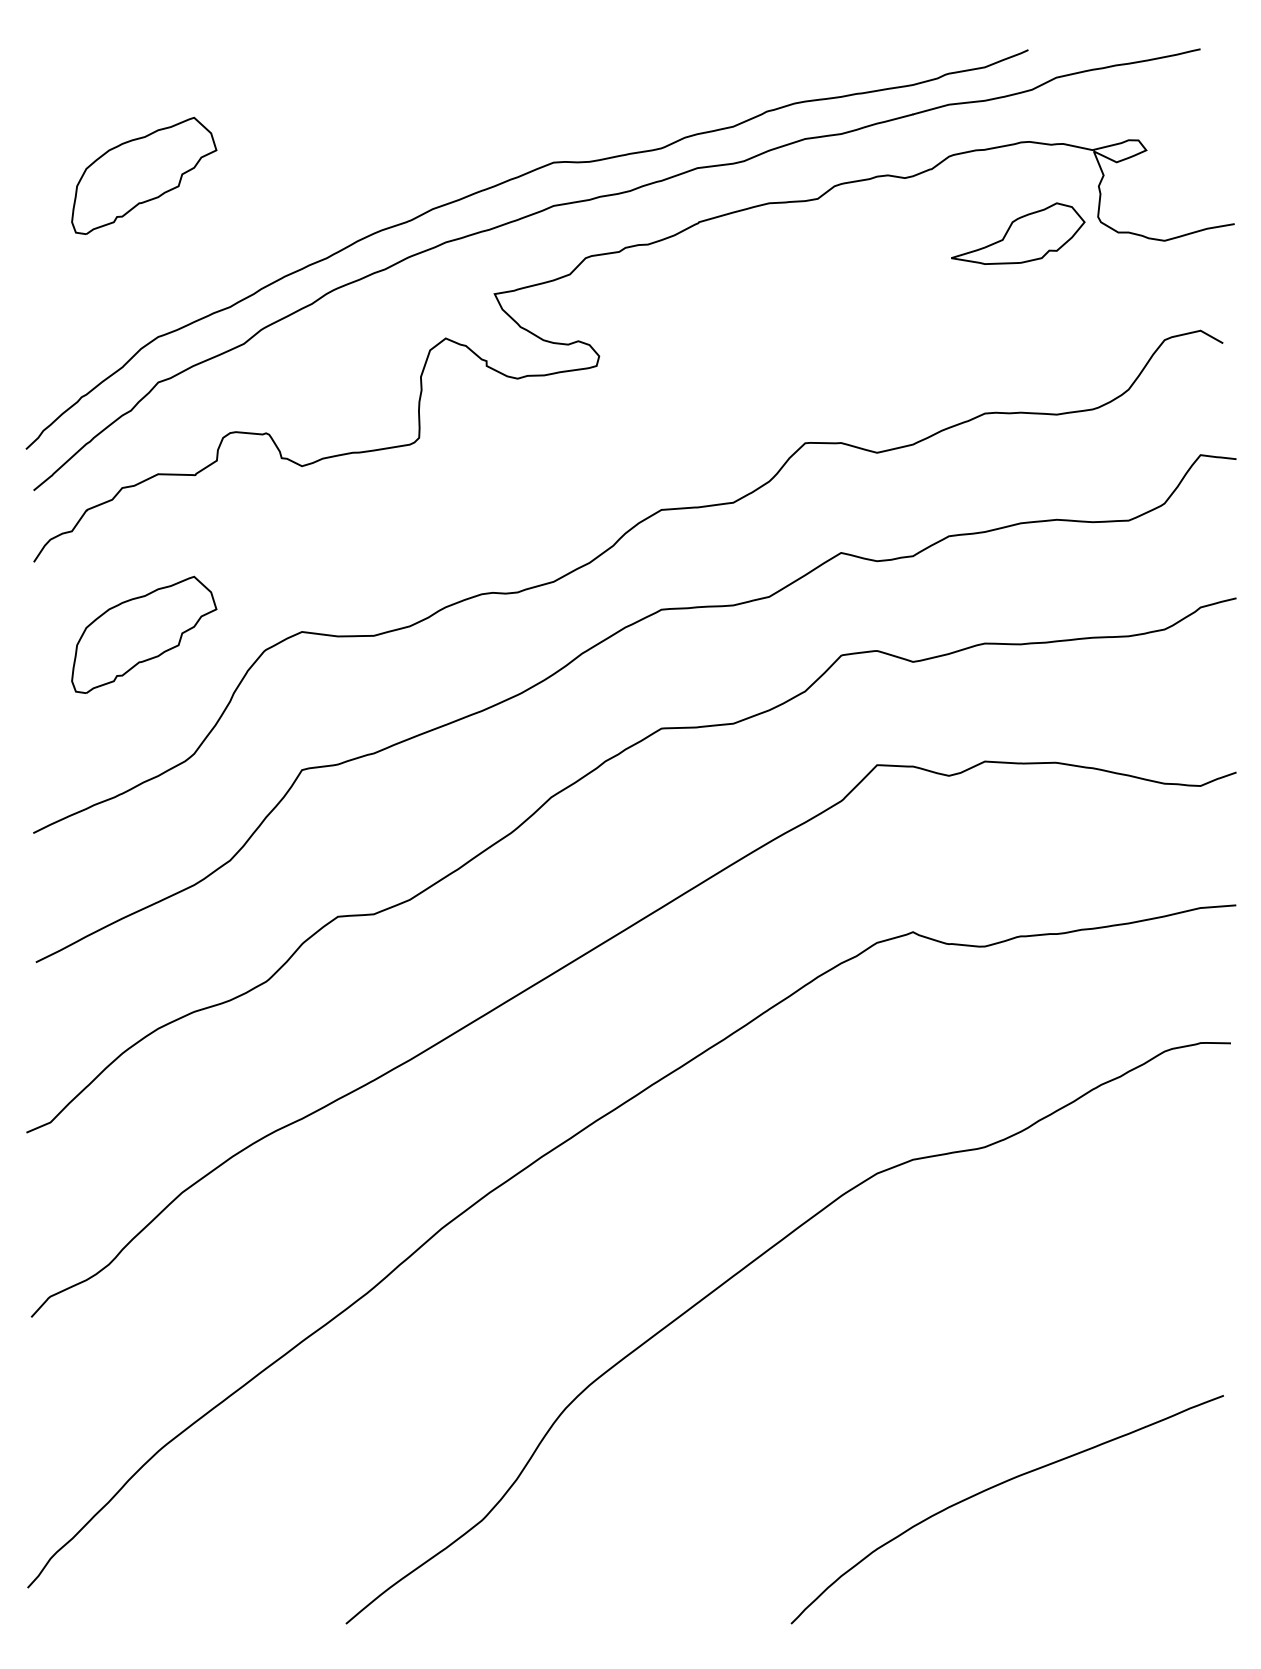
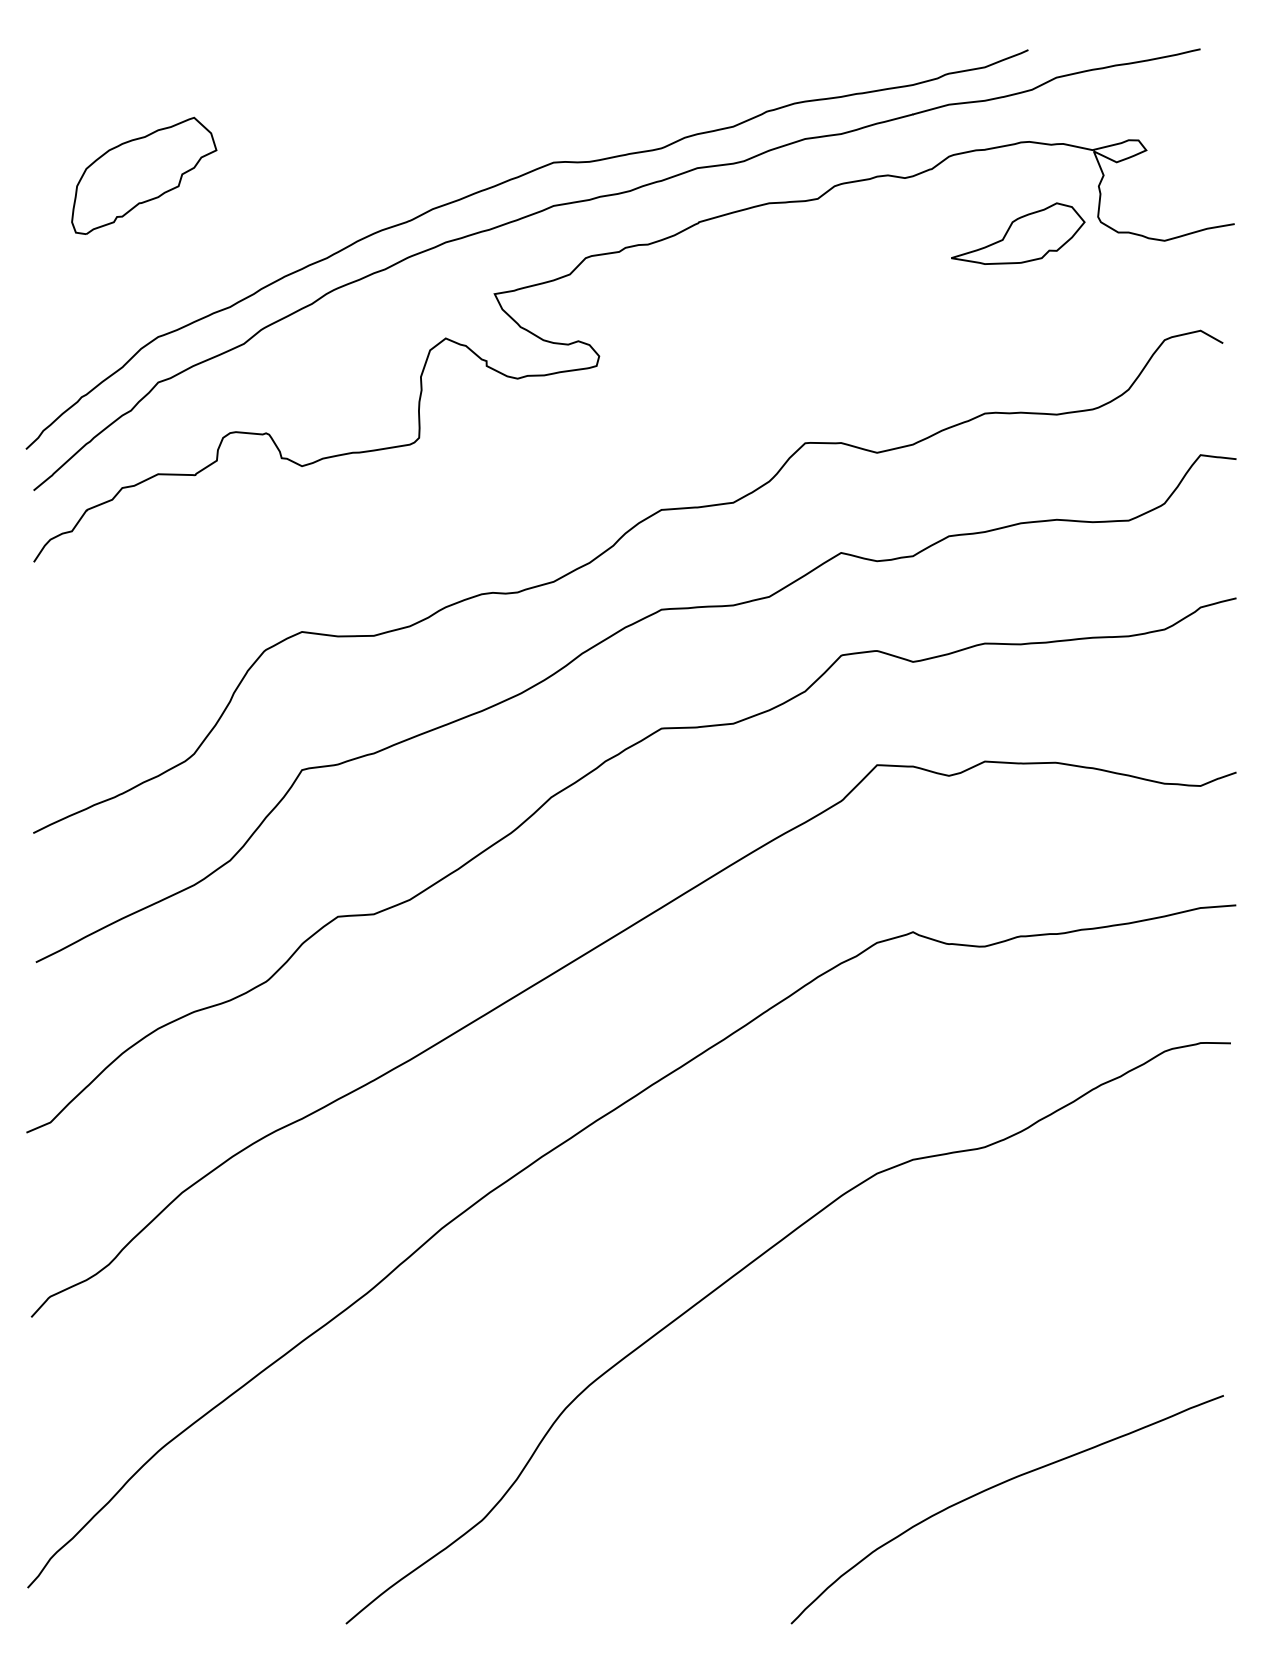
part at (144, 634): present -> none
